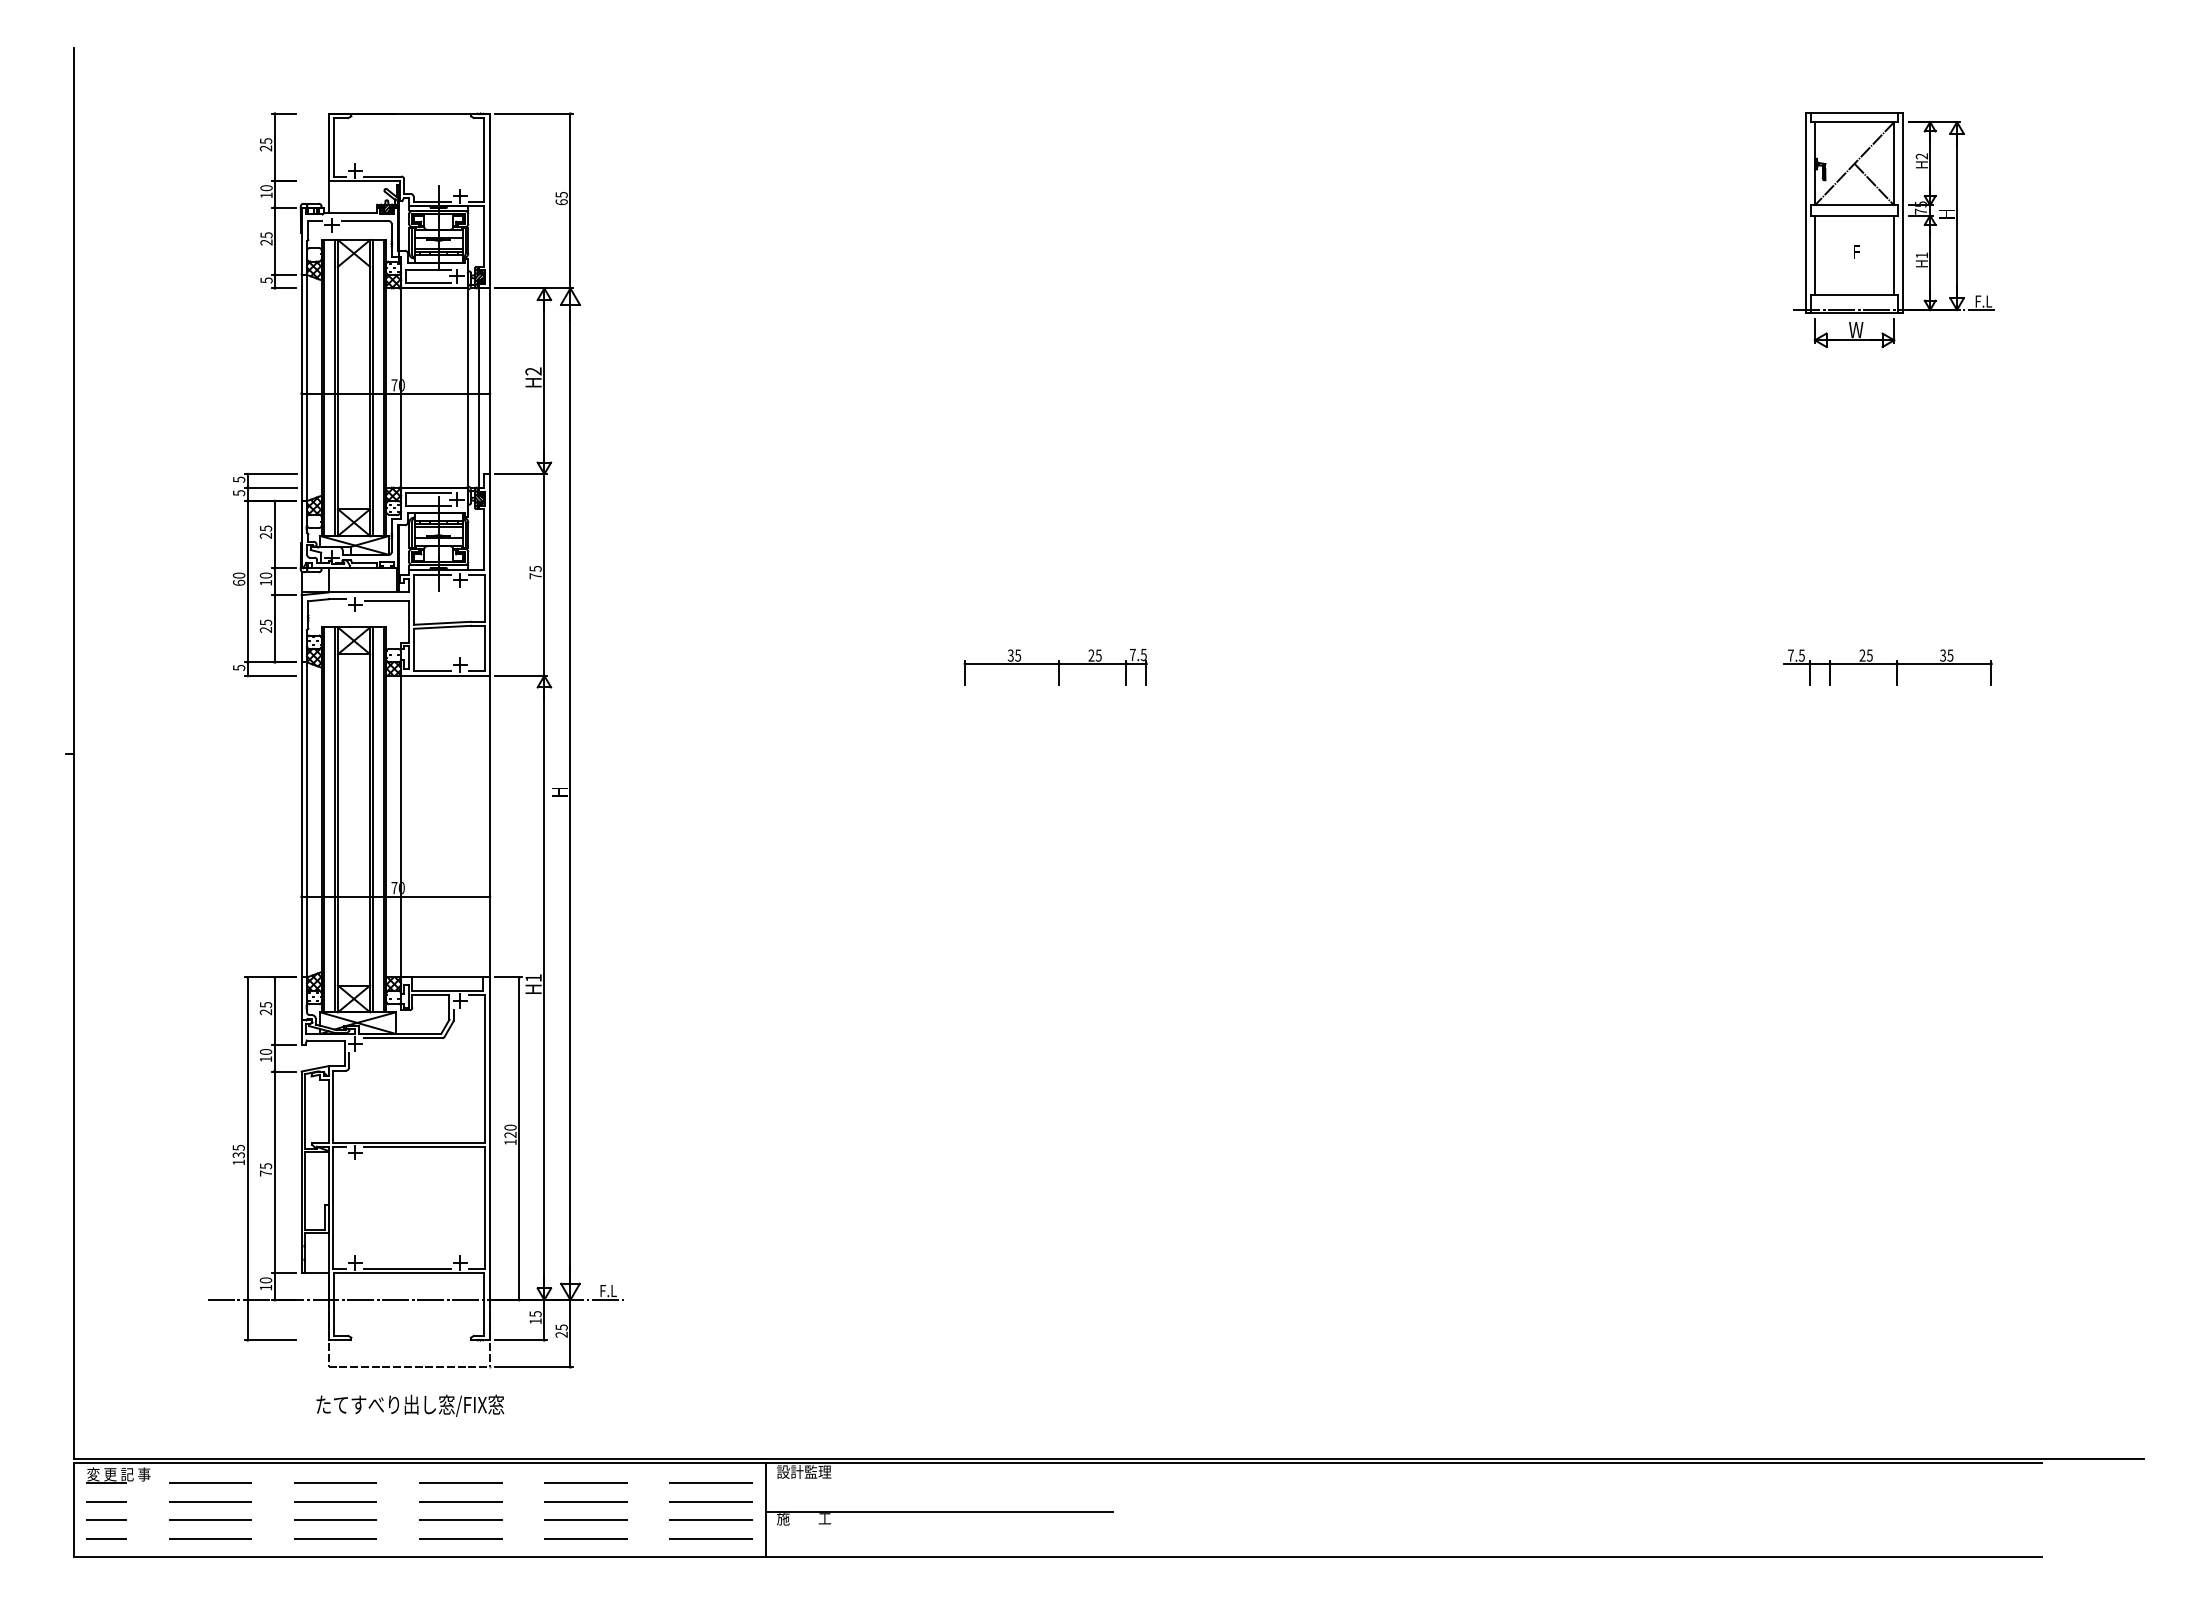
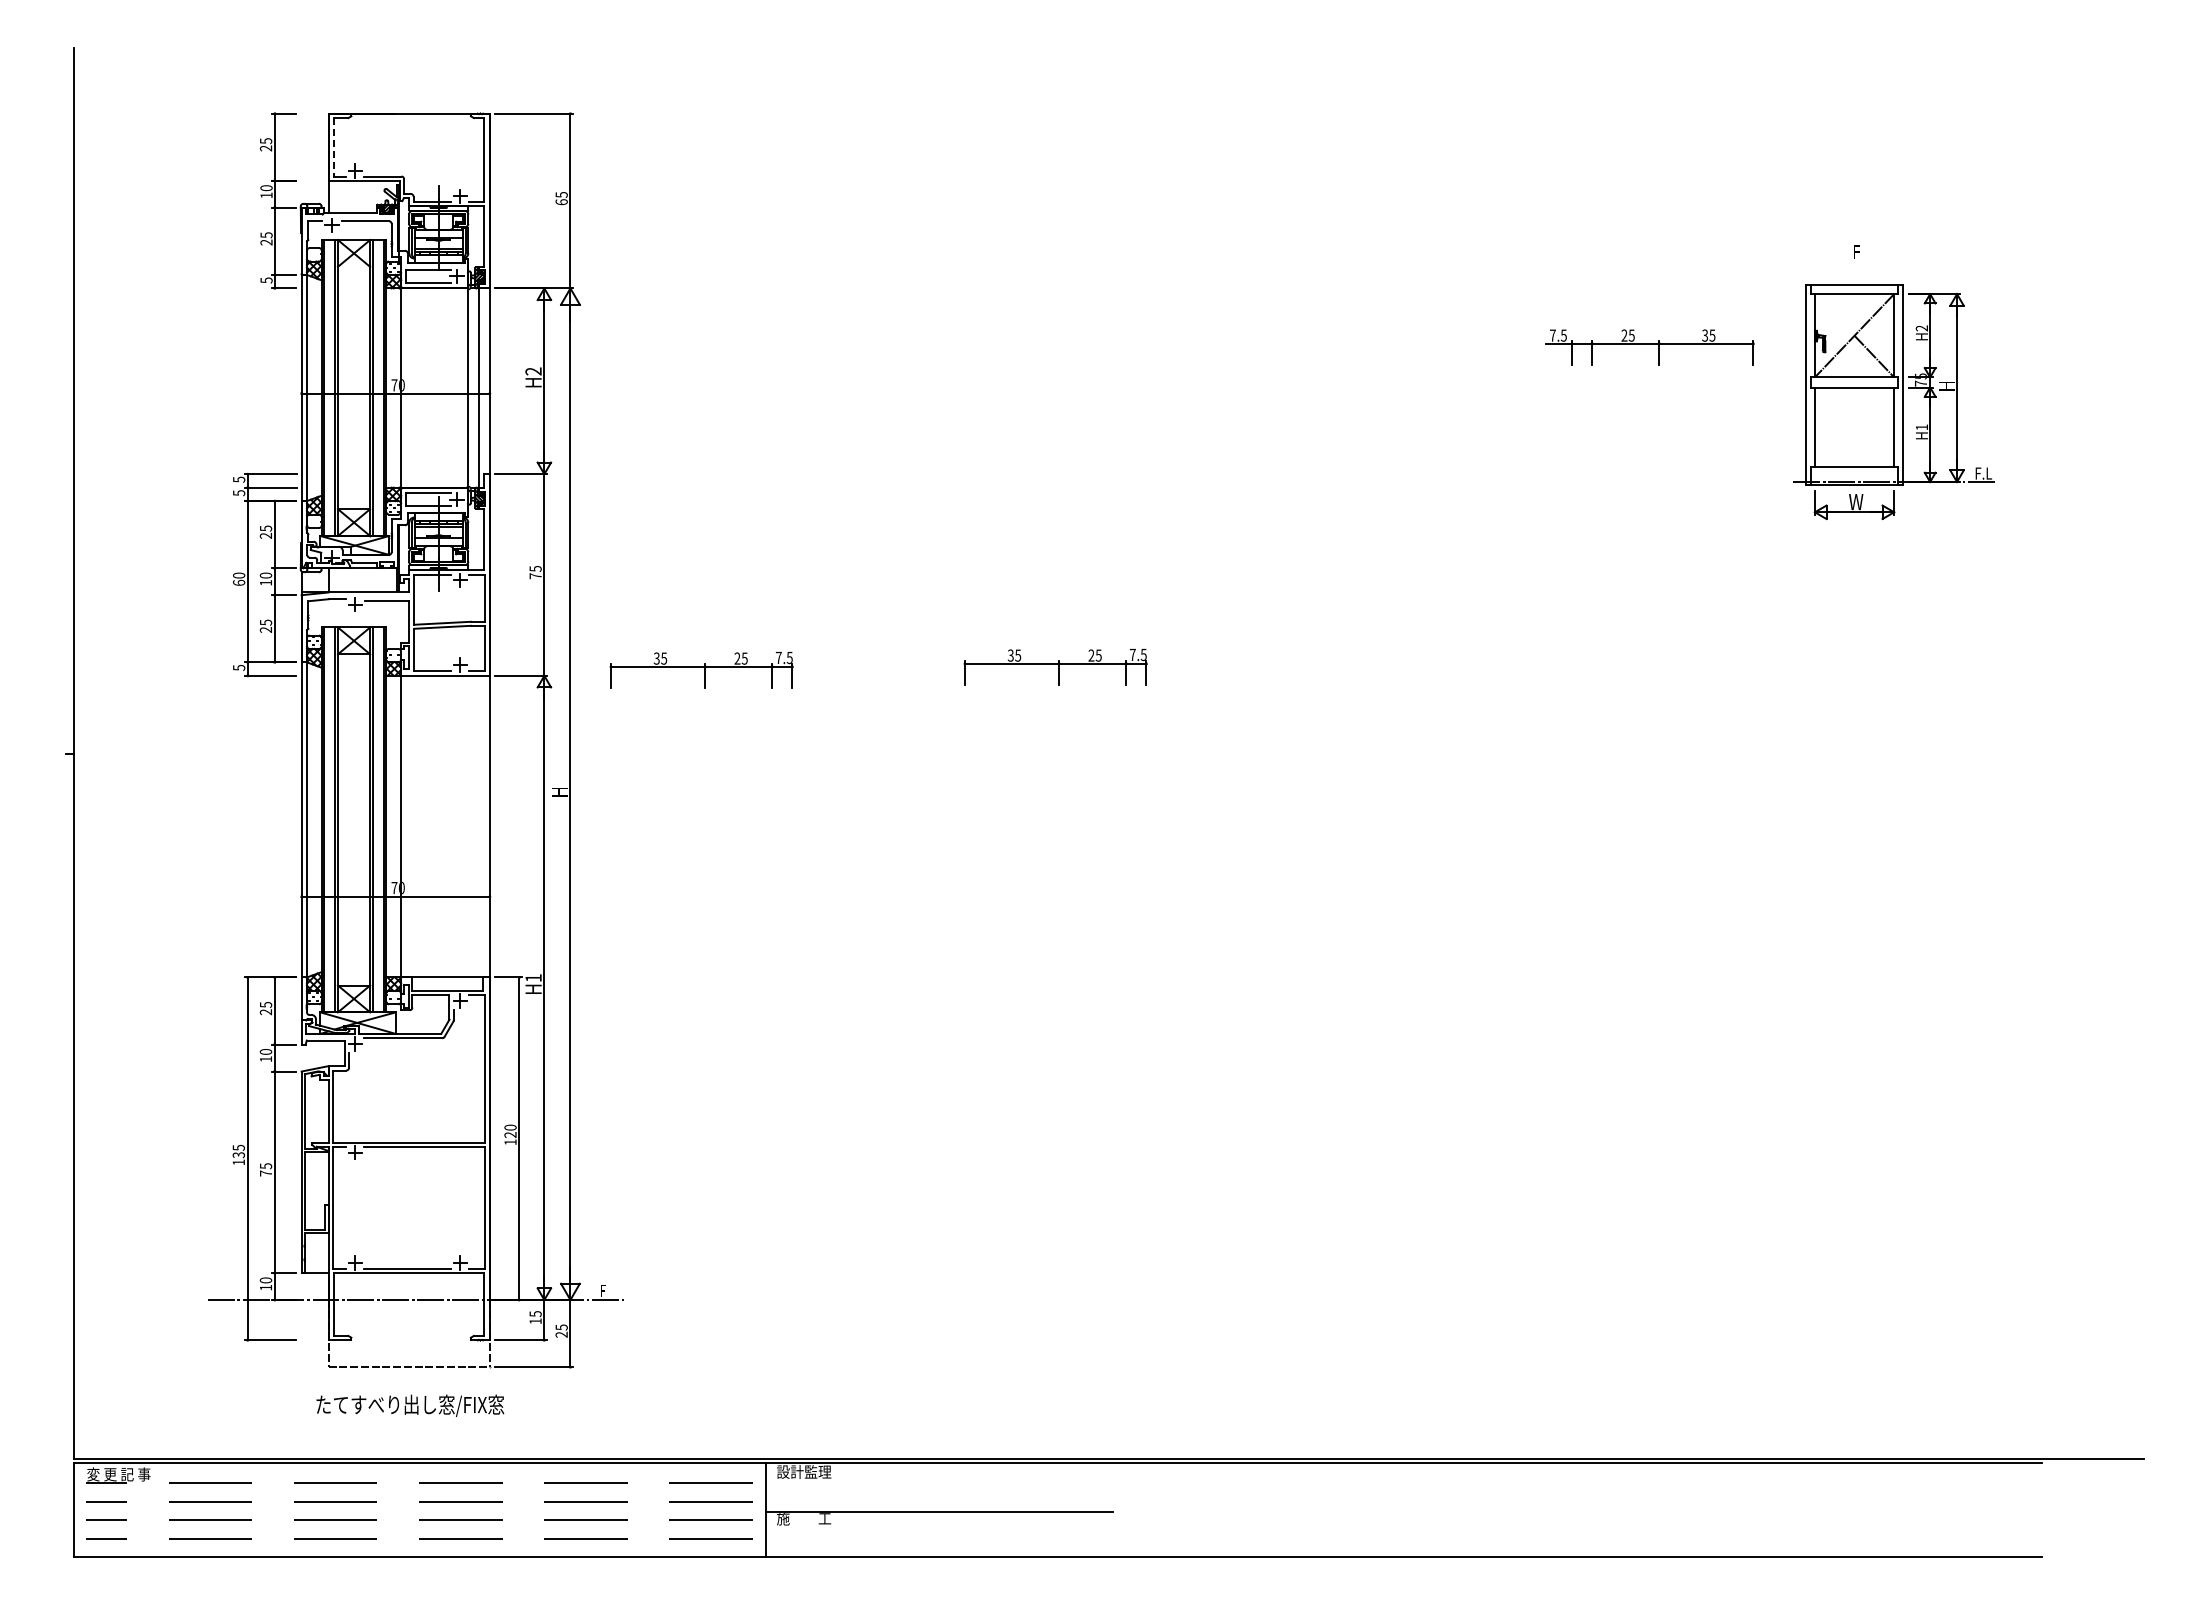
line at (333, 147): solid -> dashed
part at (1893, 230) position: (1893, 230) -> (1893, 402)
part at (1887, 667) position: (1887, 667) -> (1649, 347)
part at (701, 670): none -> present
text at (608, 1291): F.L -> F
